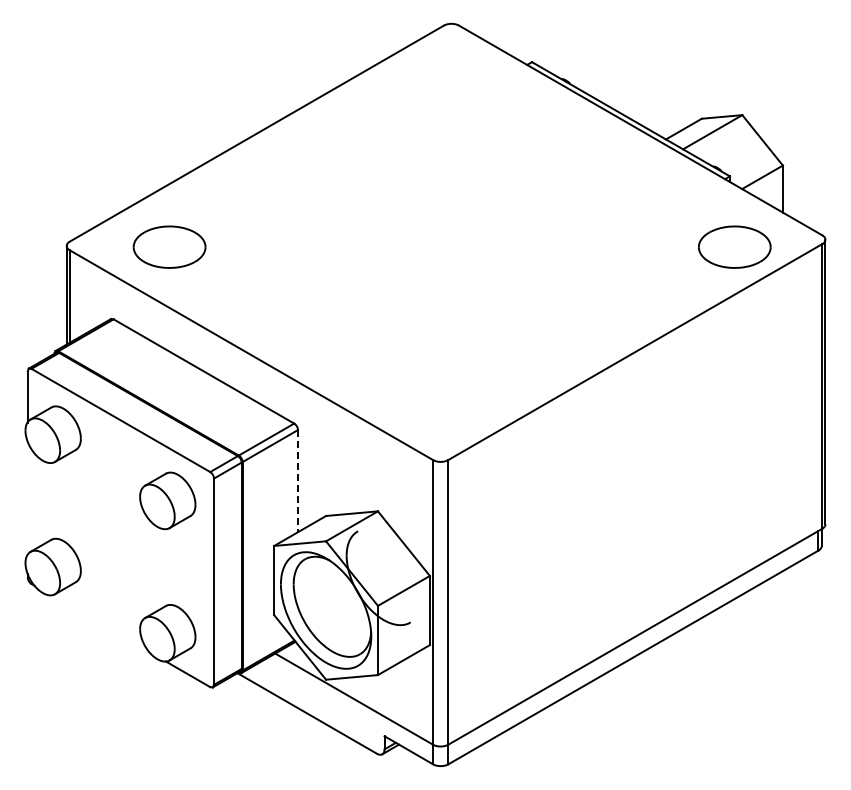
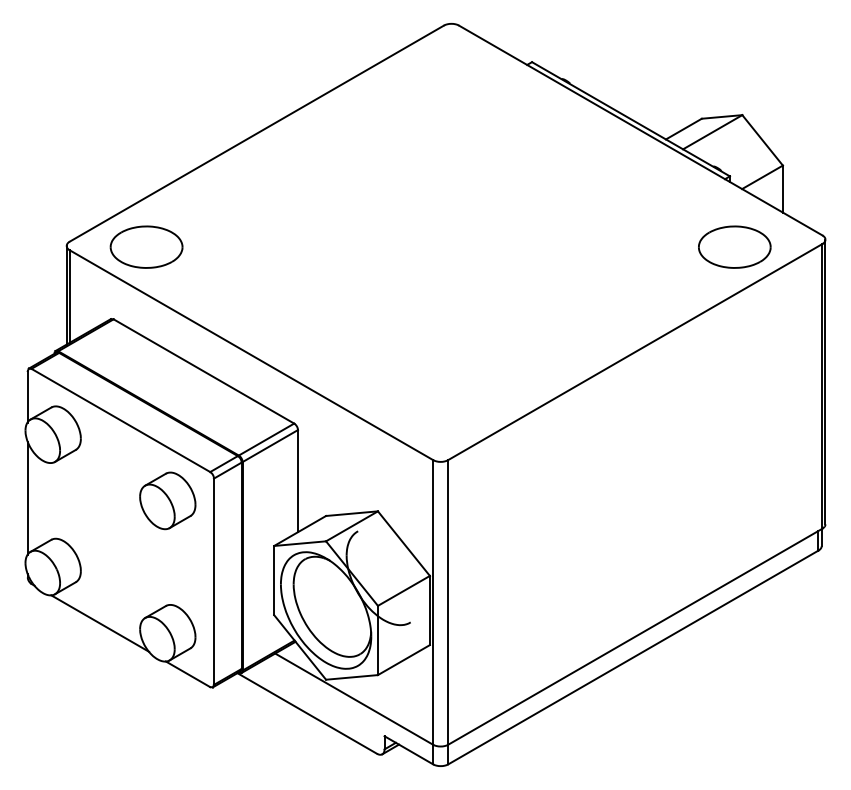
part at (169, 246) position: (169, 246) -> (146, 246)
line at (297, 481): dashed -> solid
line at (27, 497): none -> present
line at (100, 623): none -> present
